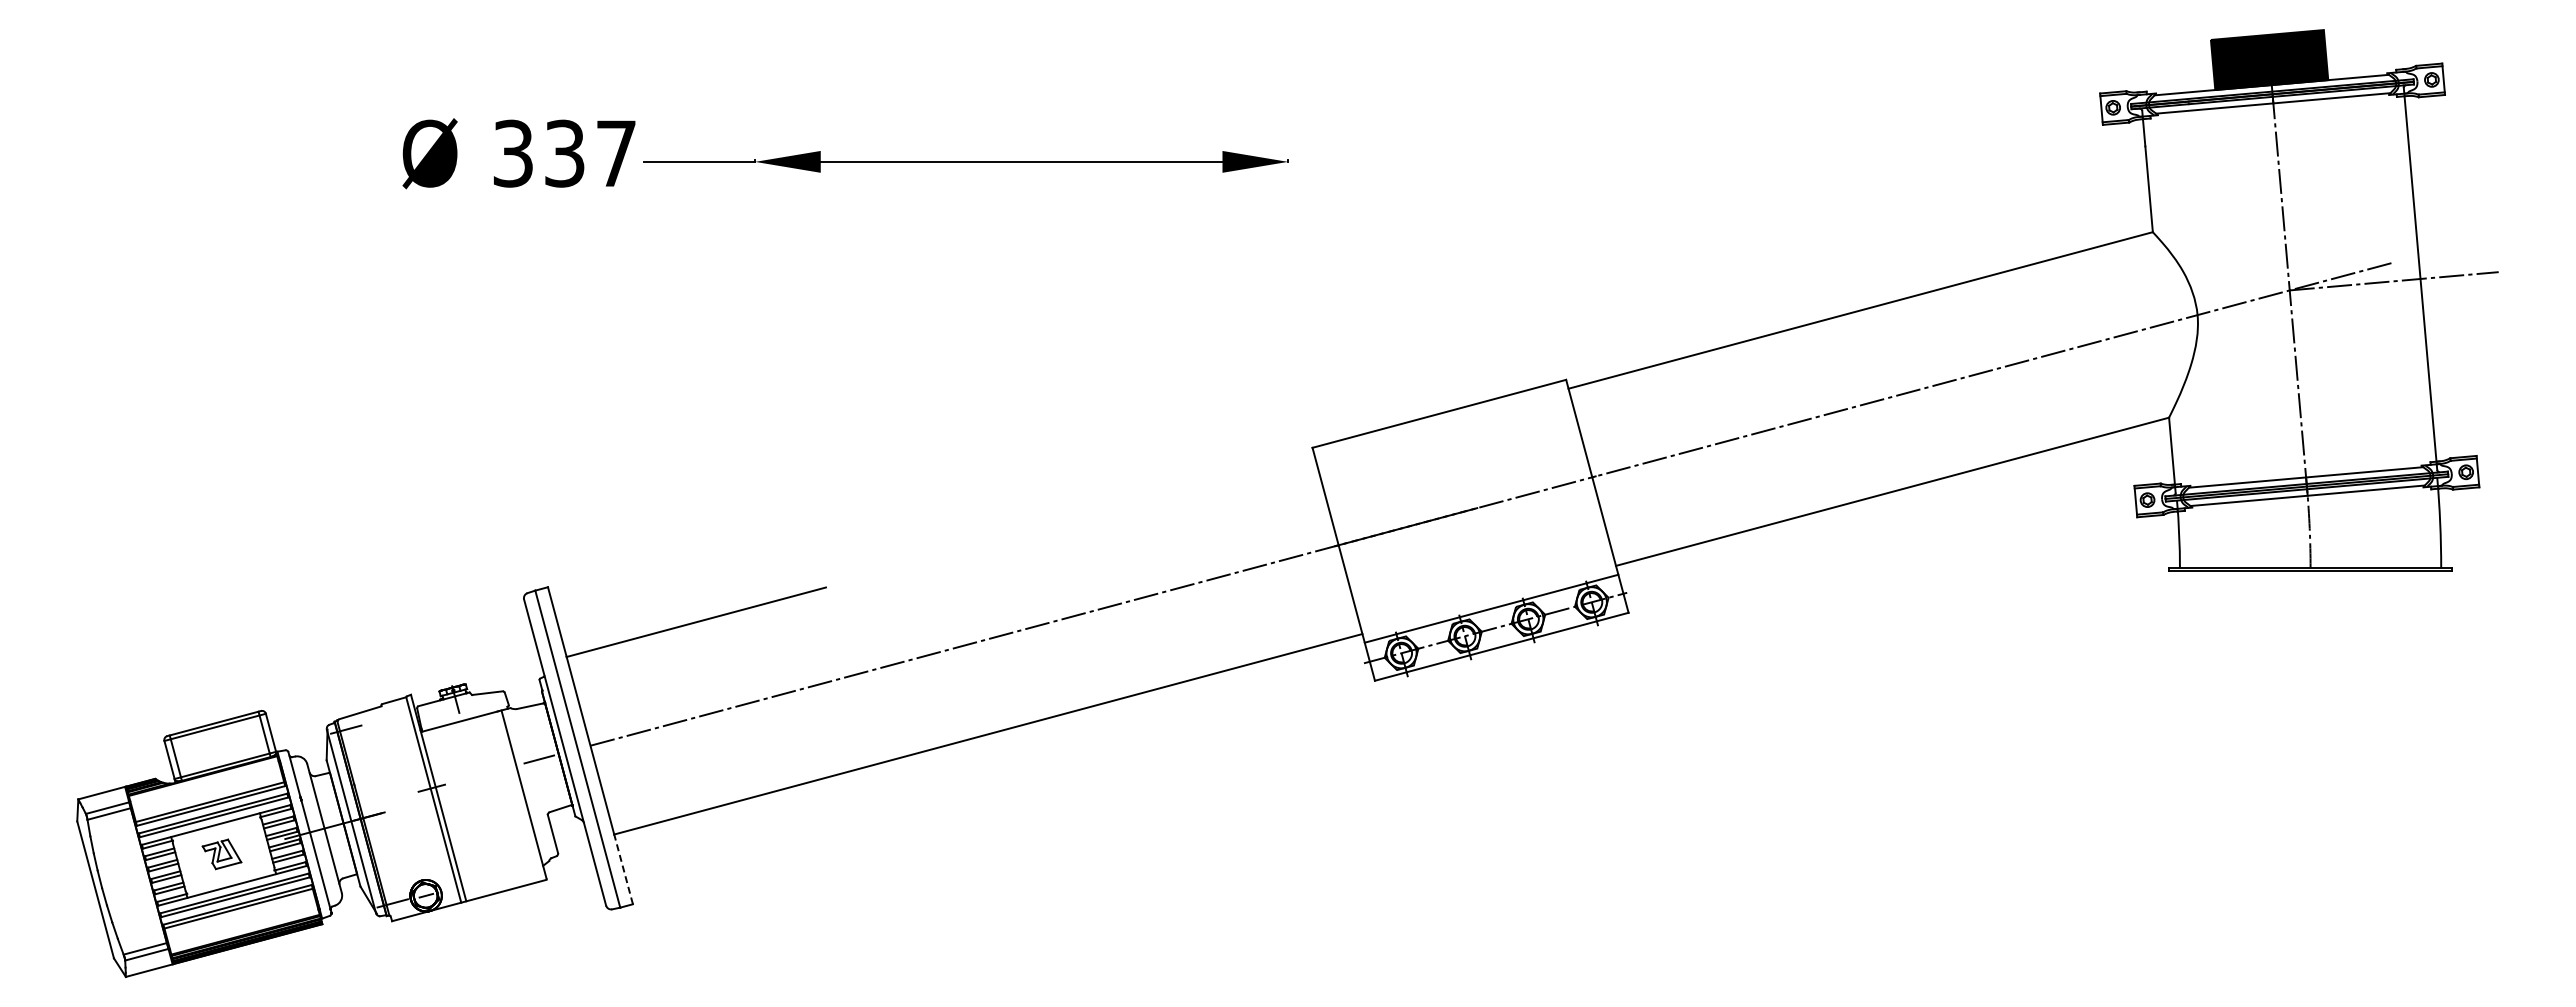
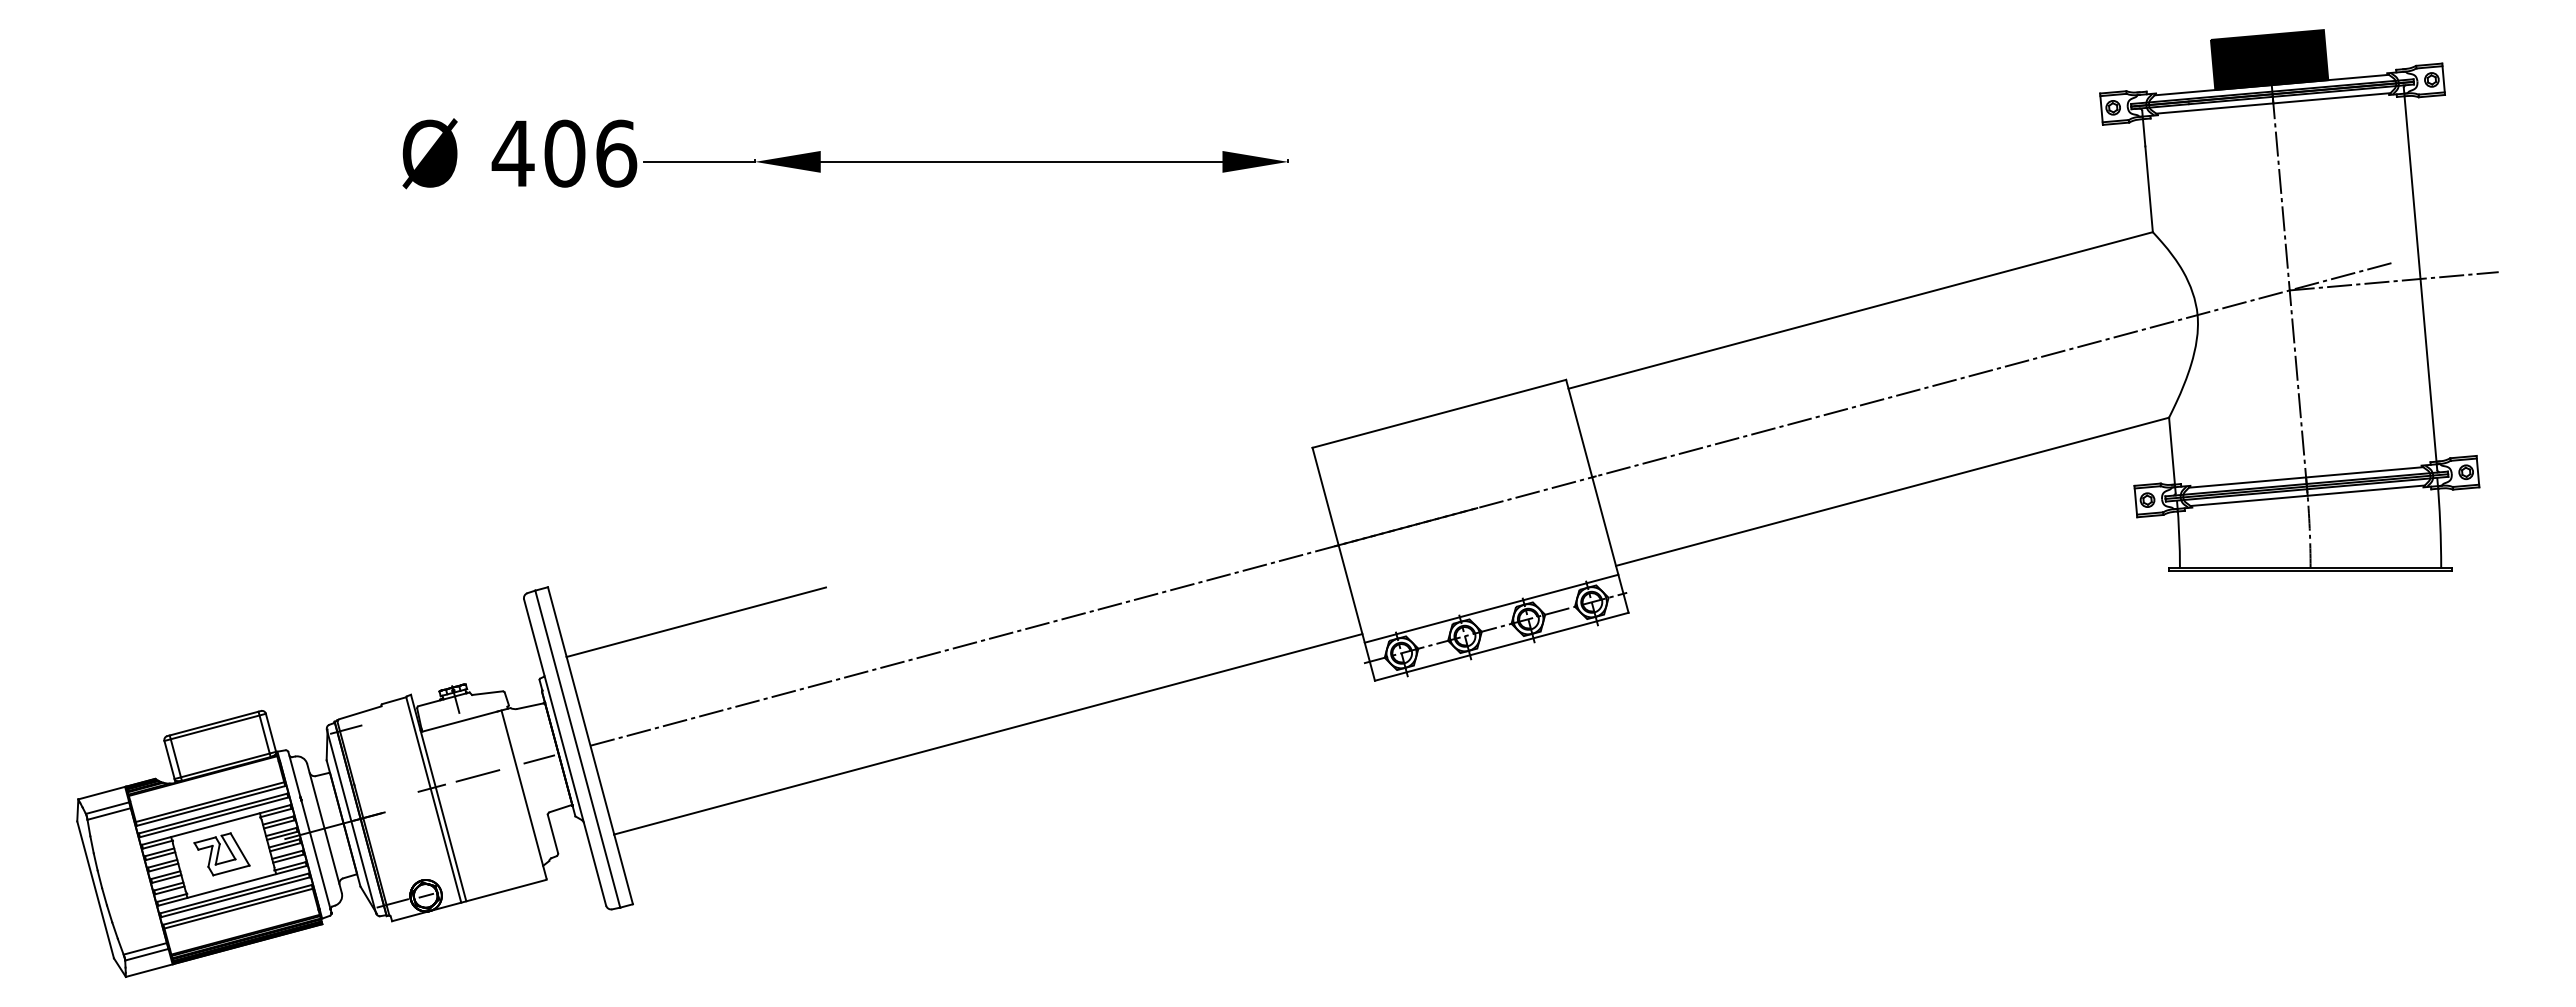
text at (564, 153): 337 -> 406
line at (477, 775): none -> present
part at (221, 854) size: 42x33 px -> 58x45 px
line at (623, 868): dashed -> solid
